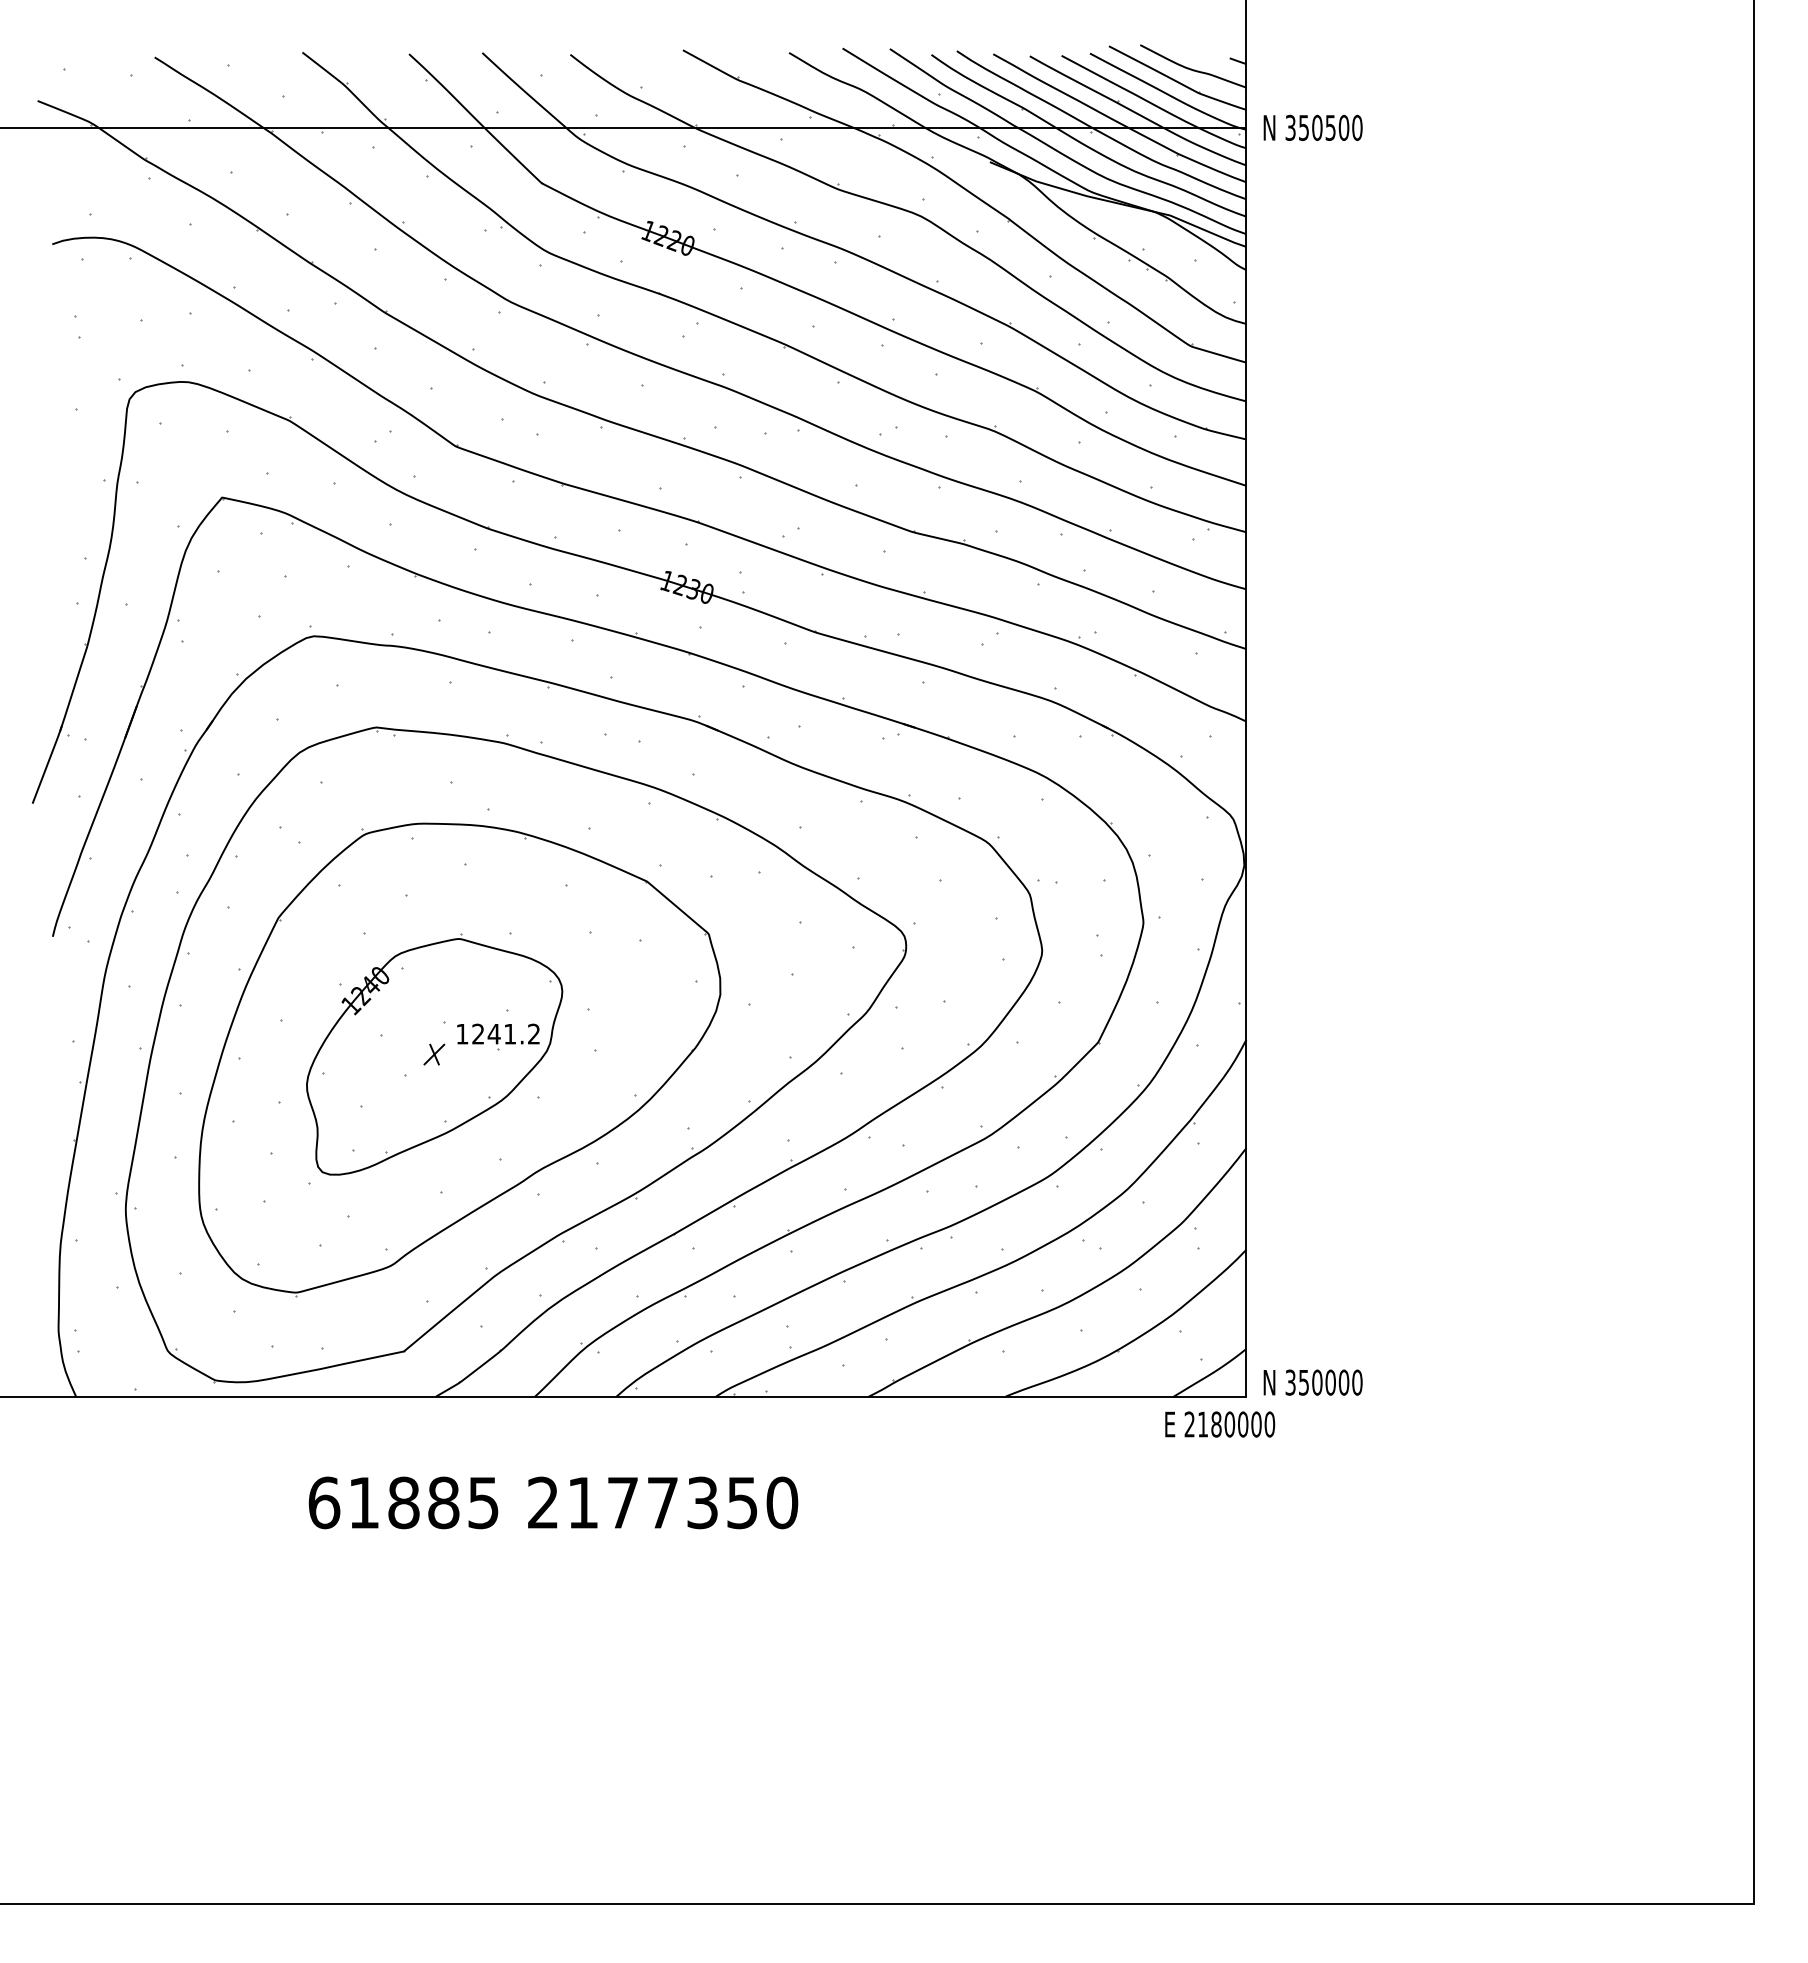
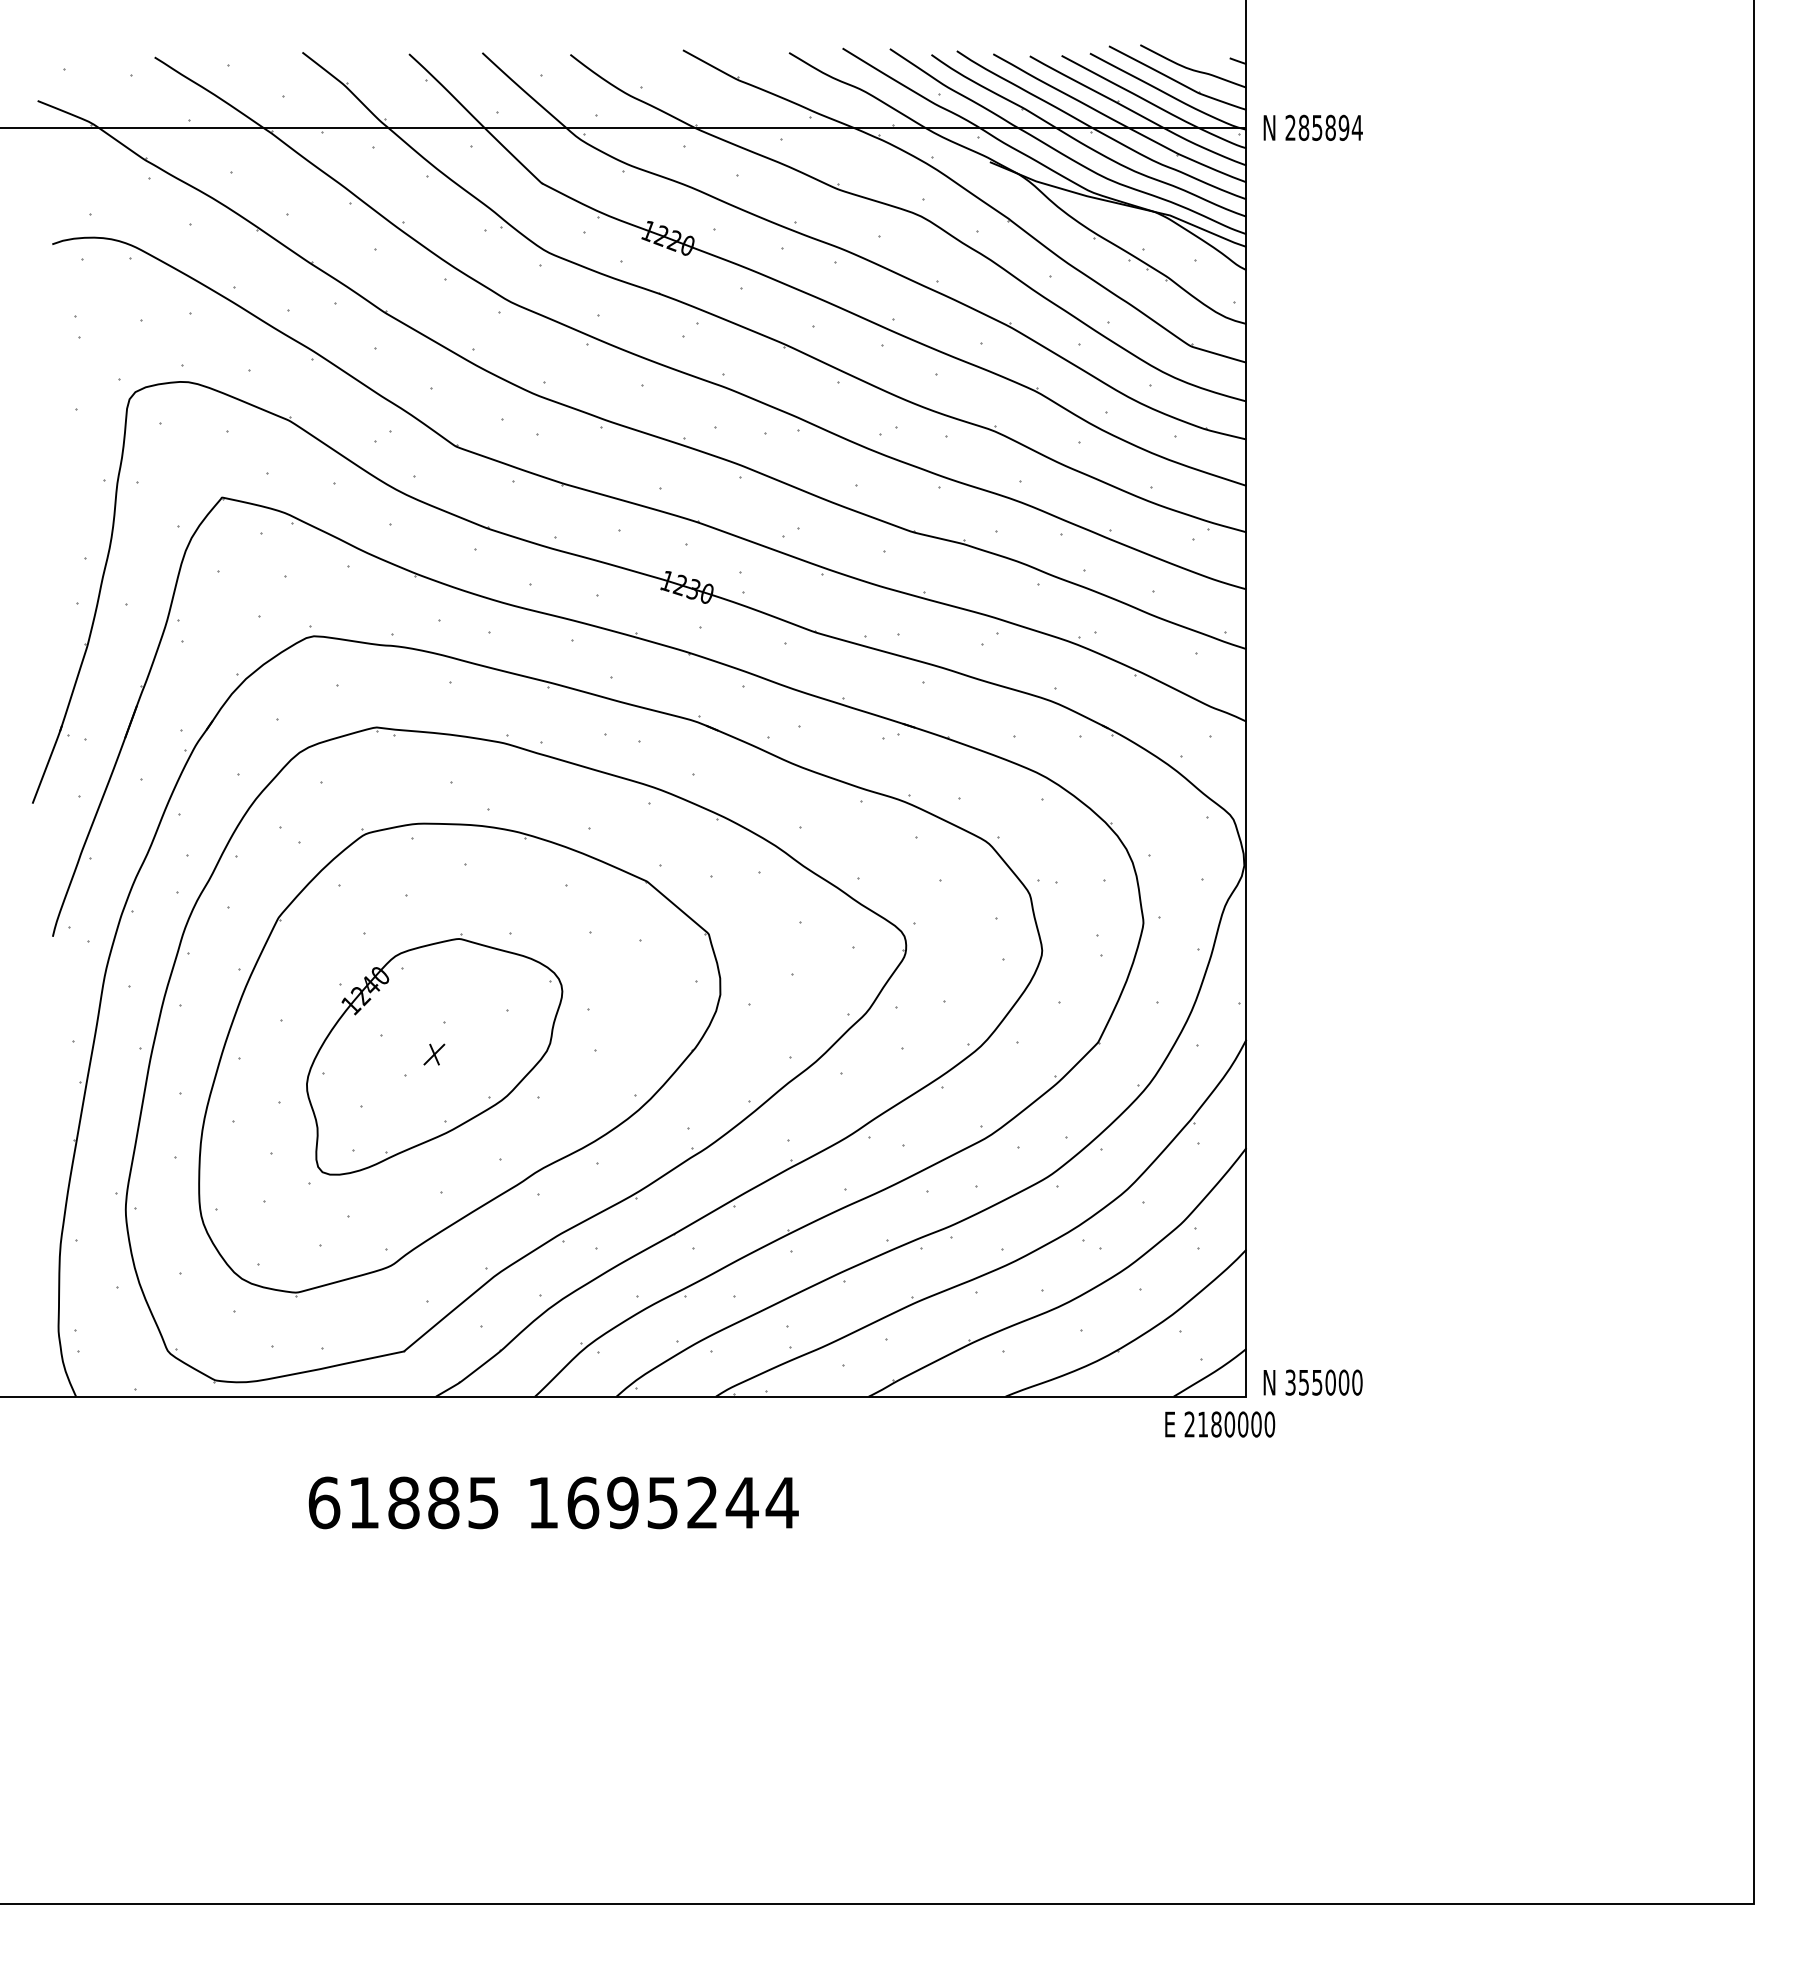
text at (1323, 127): 350500 -> 285894
part at (498, 1036): present -> none
text at (1317, 1382): 350000 -> 355000
text at (663, 1502): 2177350 -> 1695244
